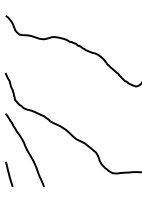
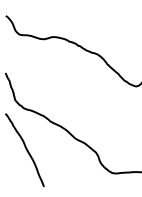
line at (9, 173): present -> none
